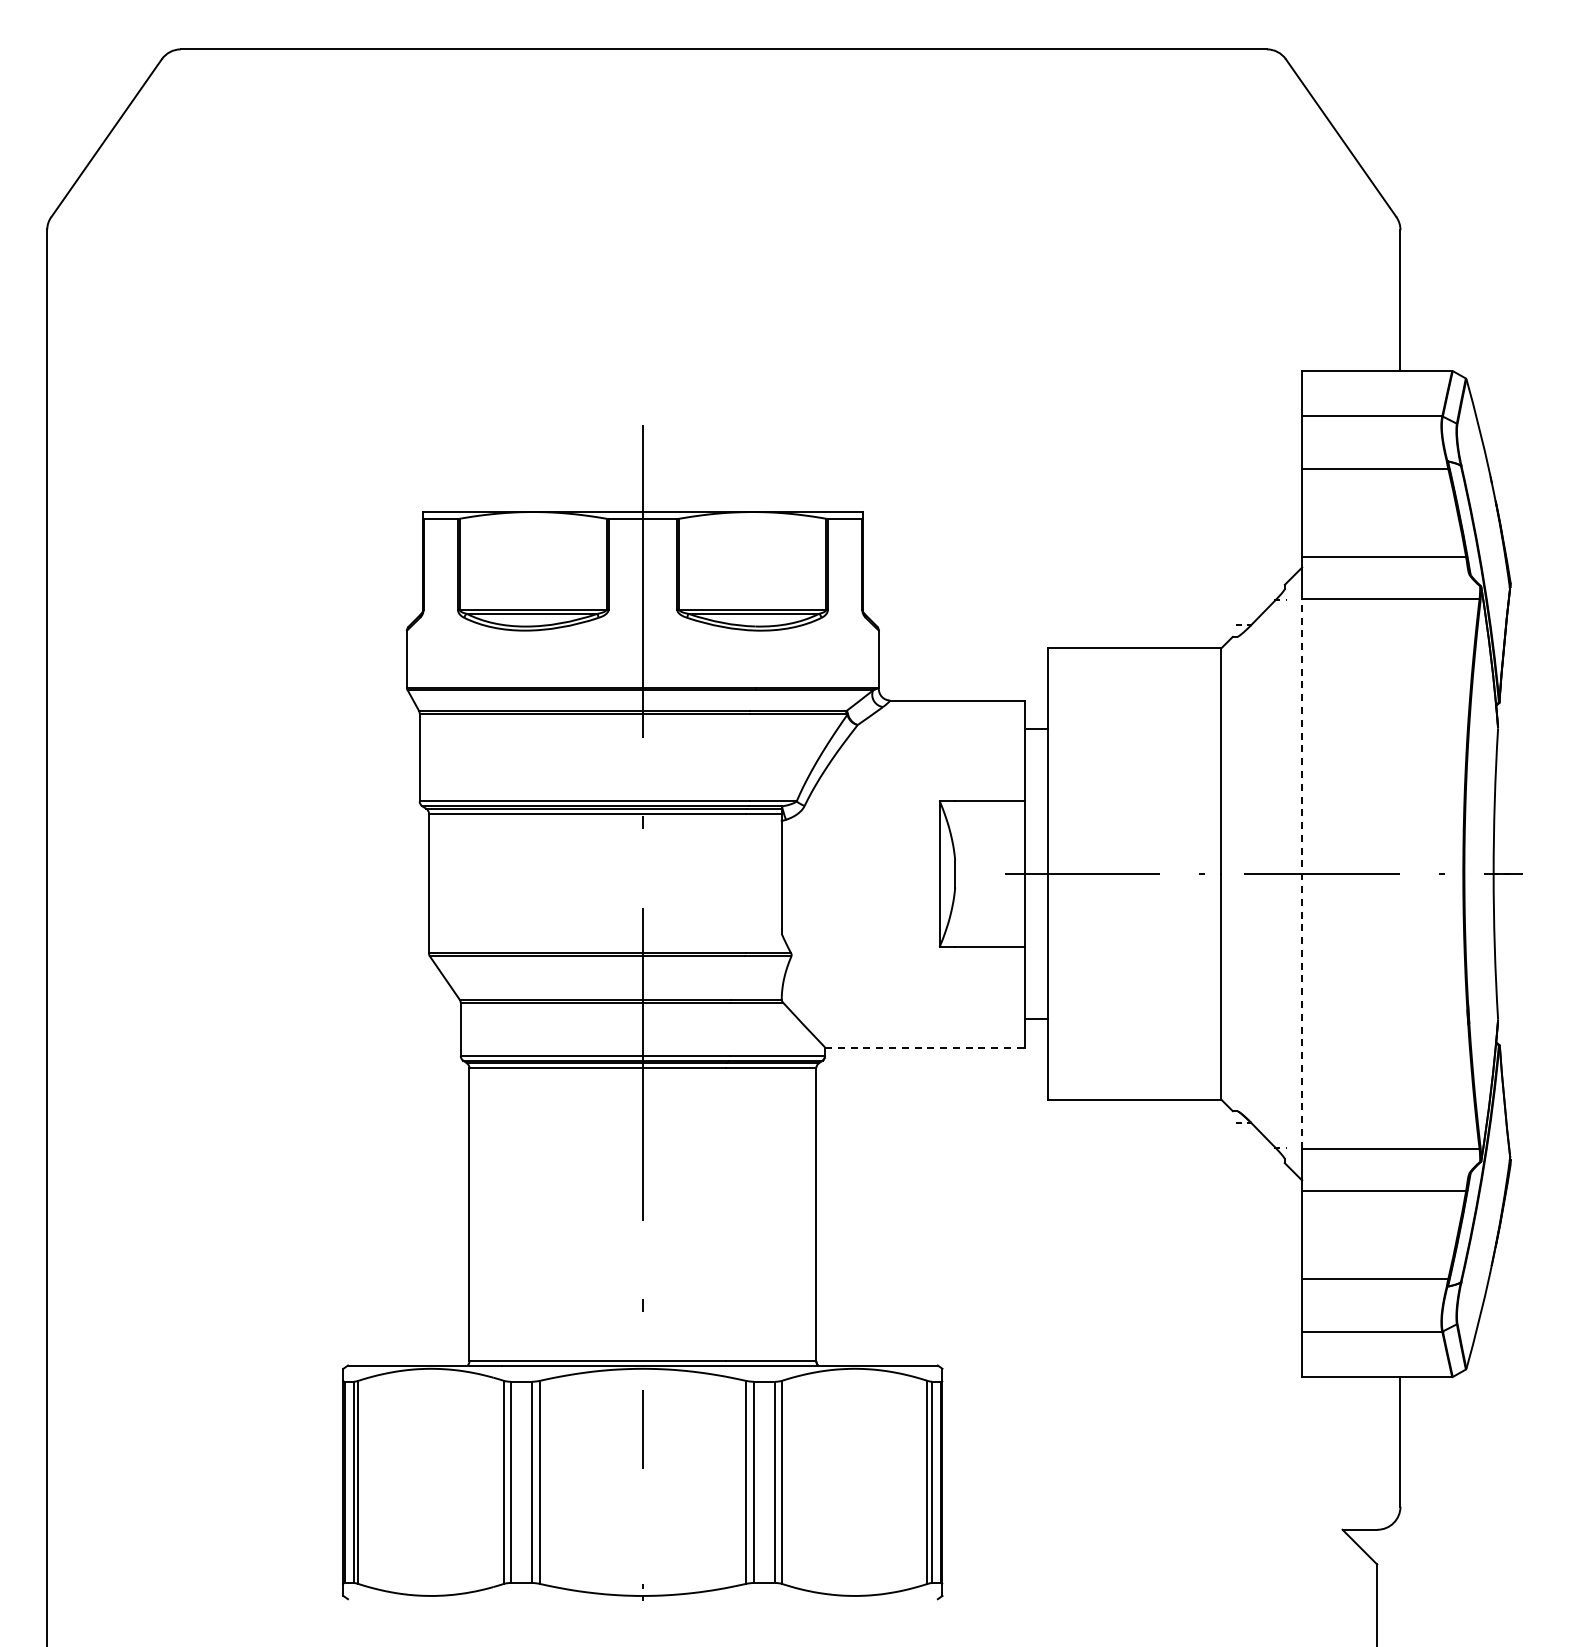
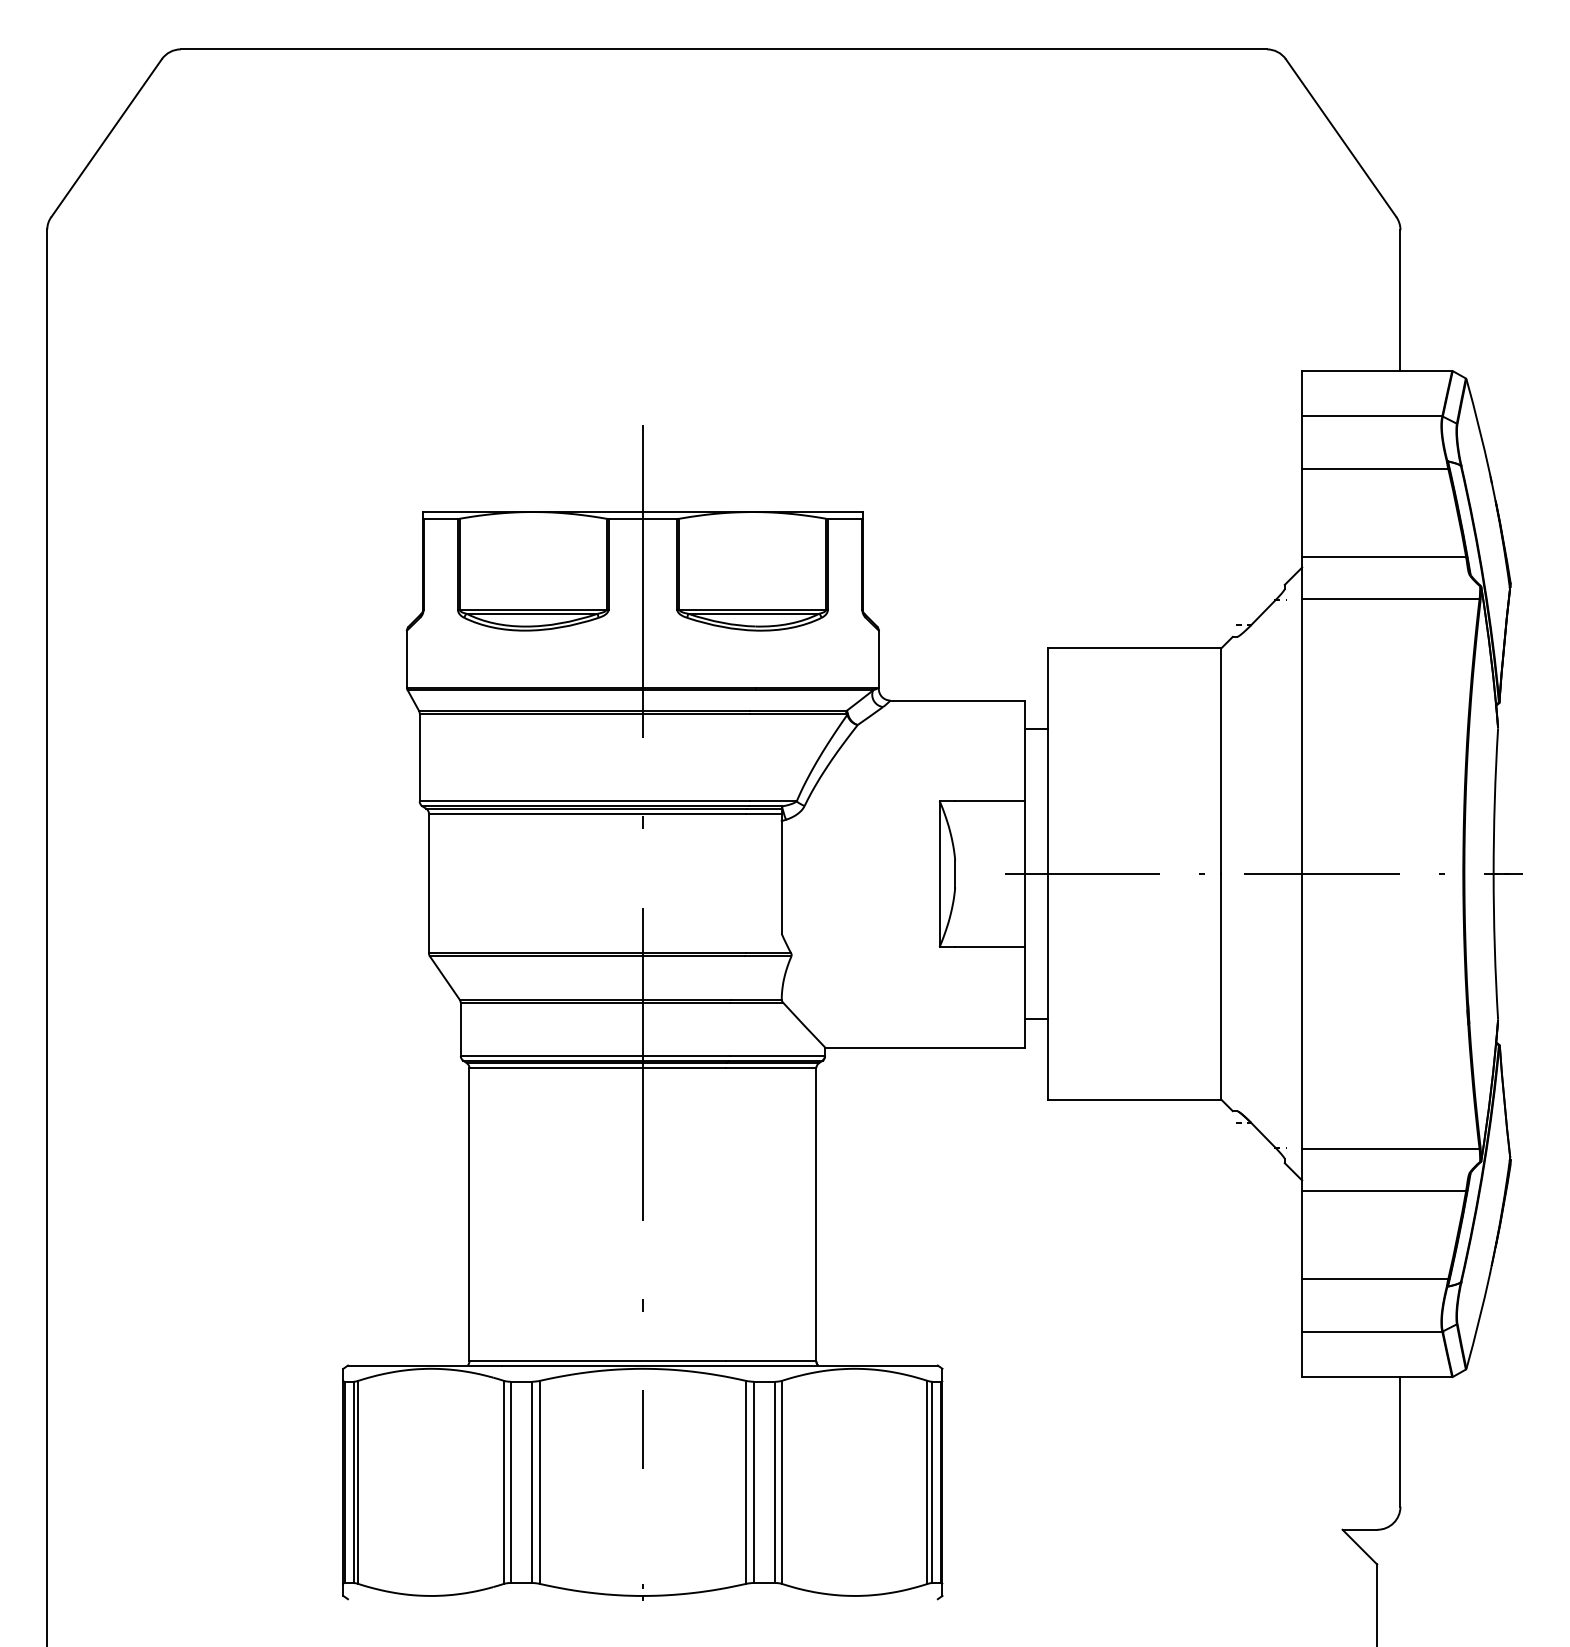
line at (1302, 874): dashed -> solid
line at (924, 1047): dashed -> solid
